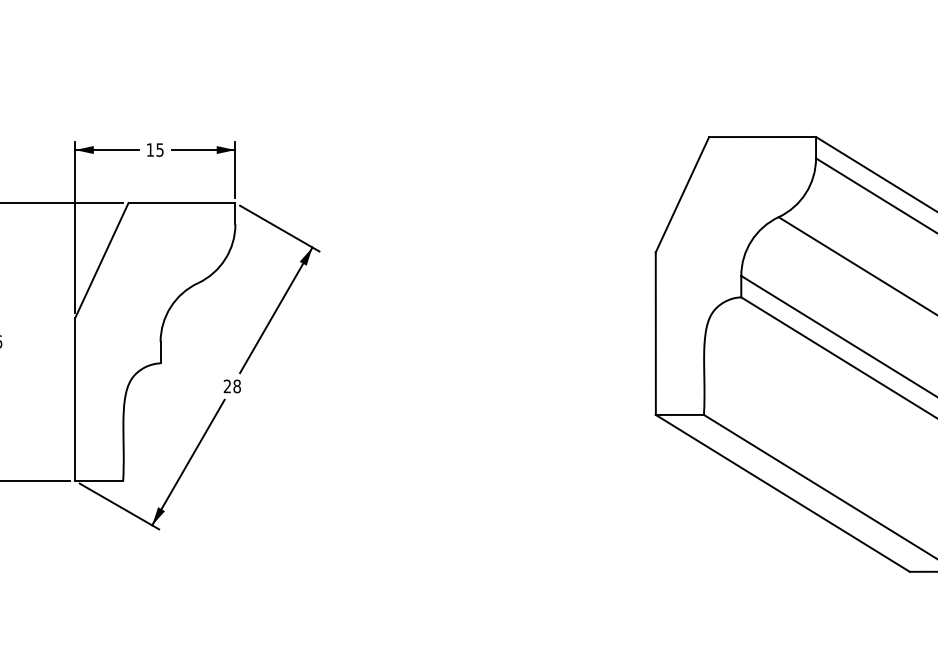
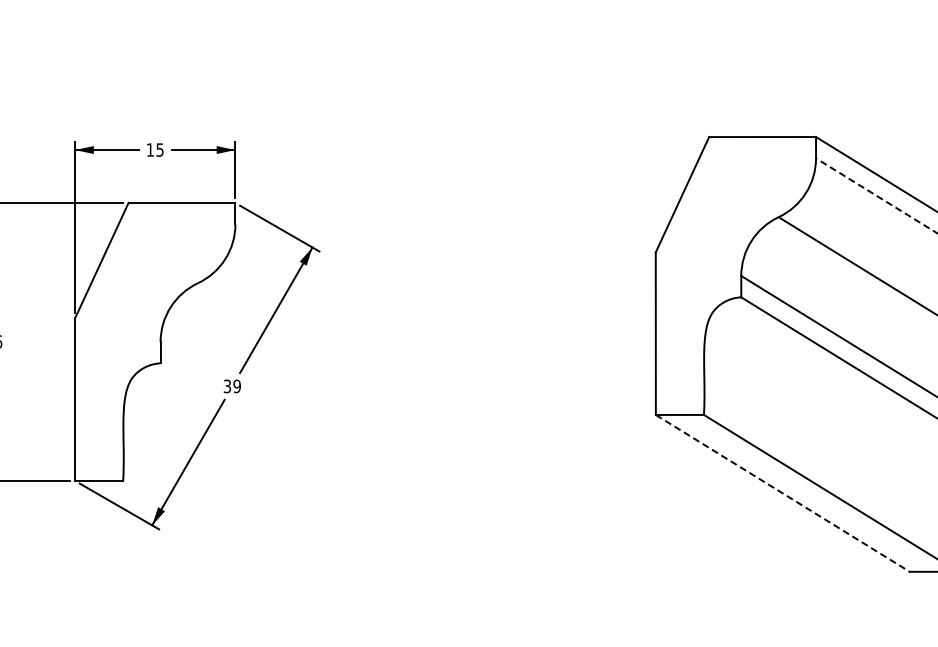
line at (876, 195): solid -> dashed
text at (231, 386): 28 -> 39
line at (783, 493): solid -> dashed
